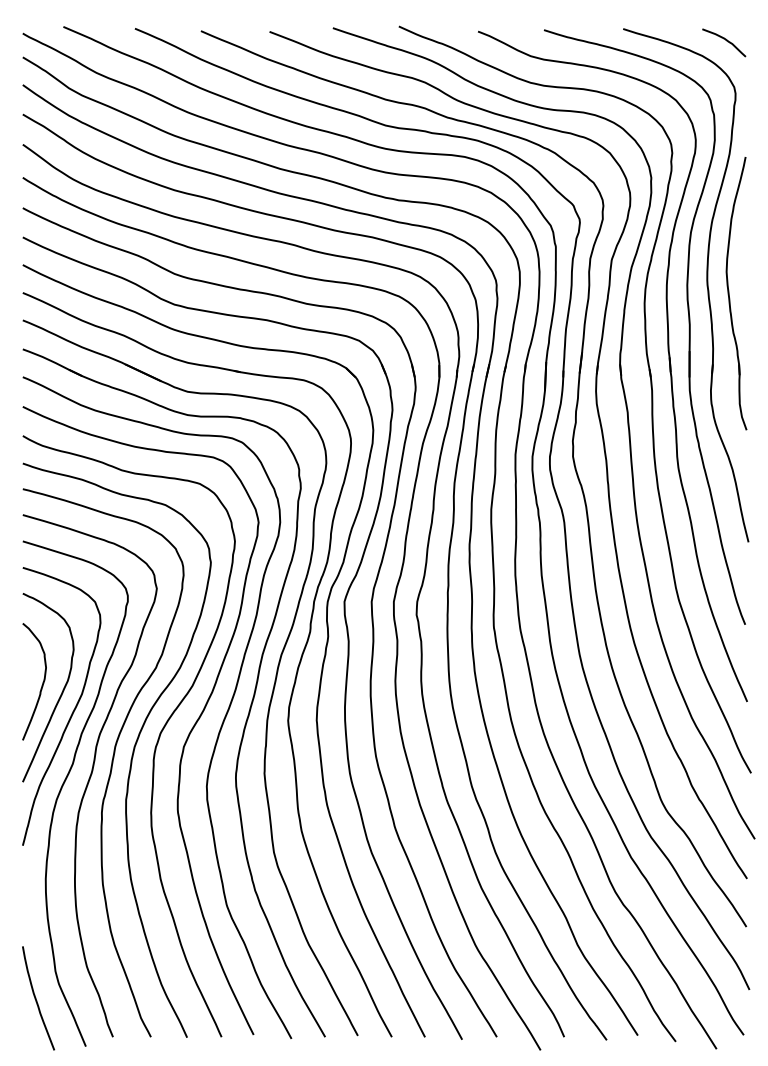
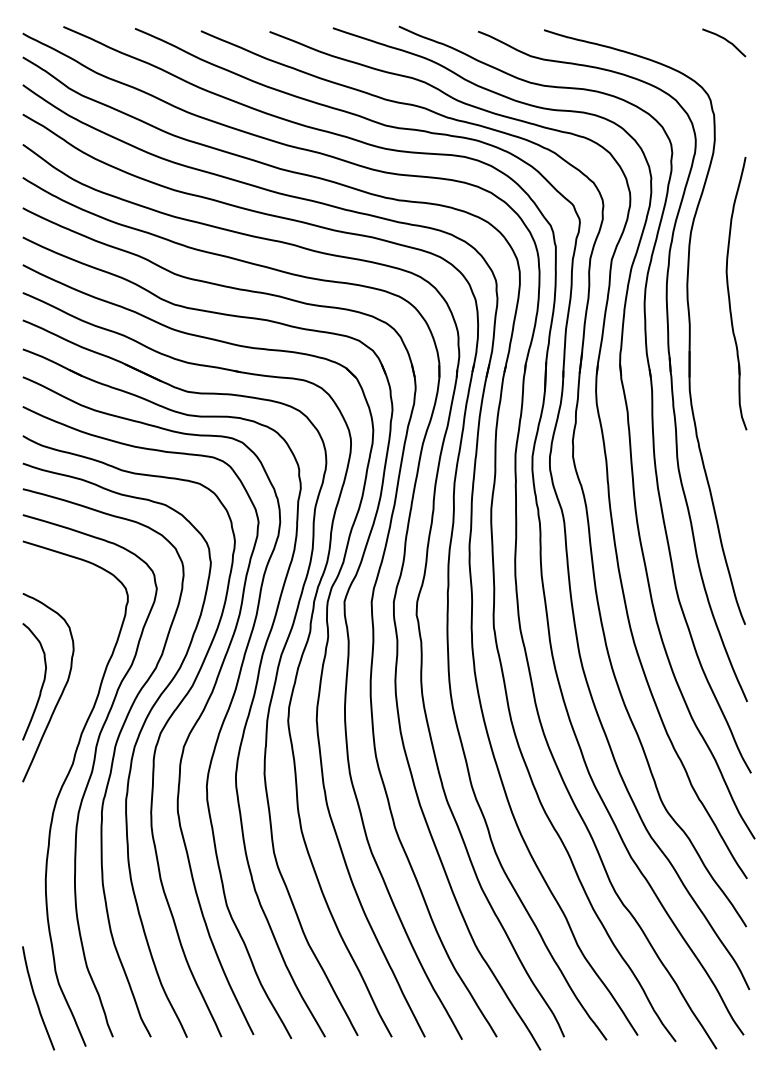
part at (706, 285): present -> none
curve at (72, 711): present -> none
